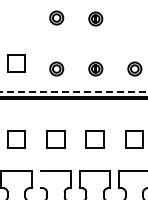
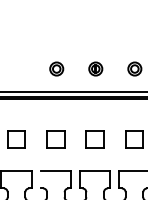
part at (56, 17): present -> none
part at (95, 18): present -> none
part at (16, 63): present -> none
line at (74, 92): dashed -> solid
